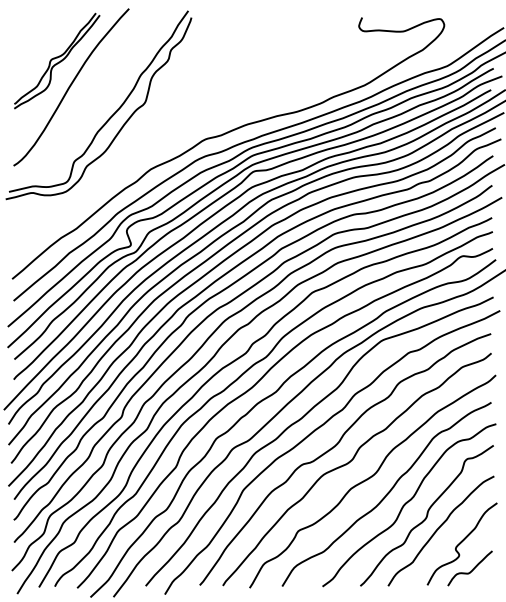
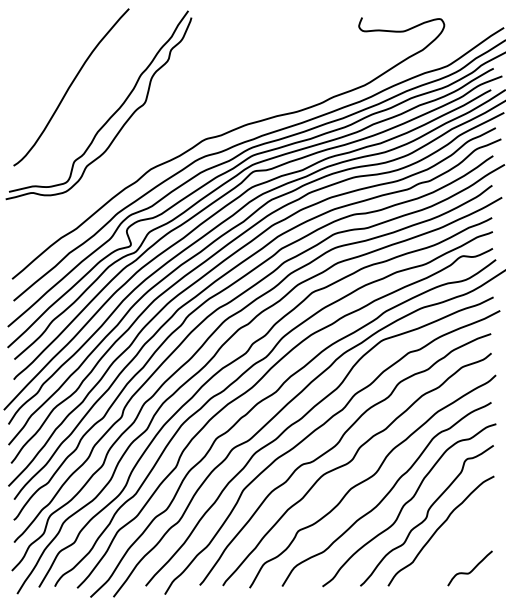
part at (57, 60): present -> none
curve at (461, 543): present -> none
